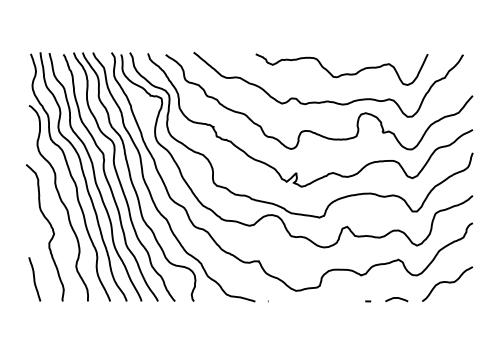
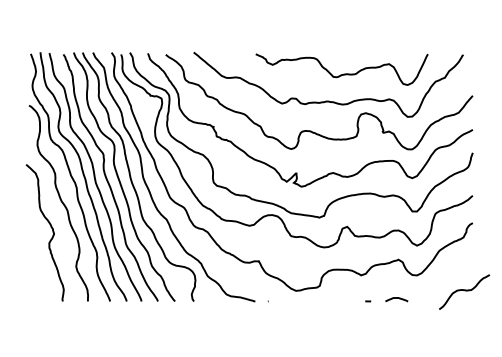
curve at (34, 279): present -> none
curve at (447, 283) position: (447, 283) -> (464, 291)
